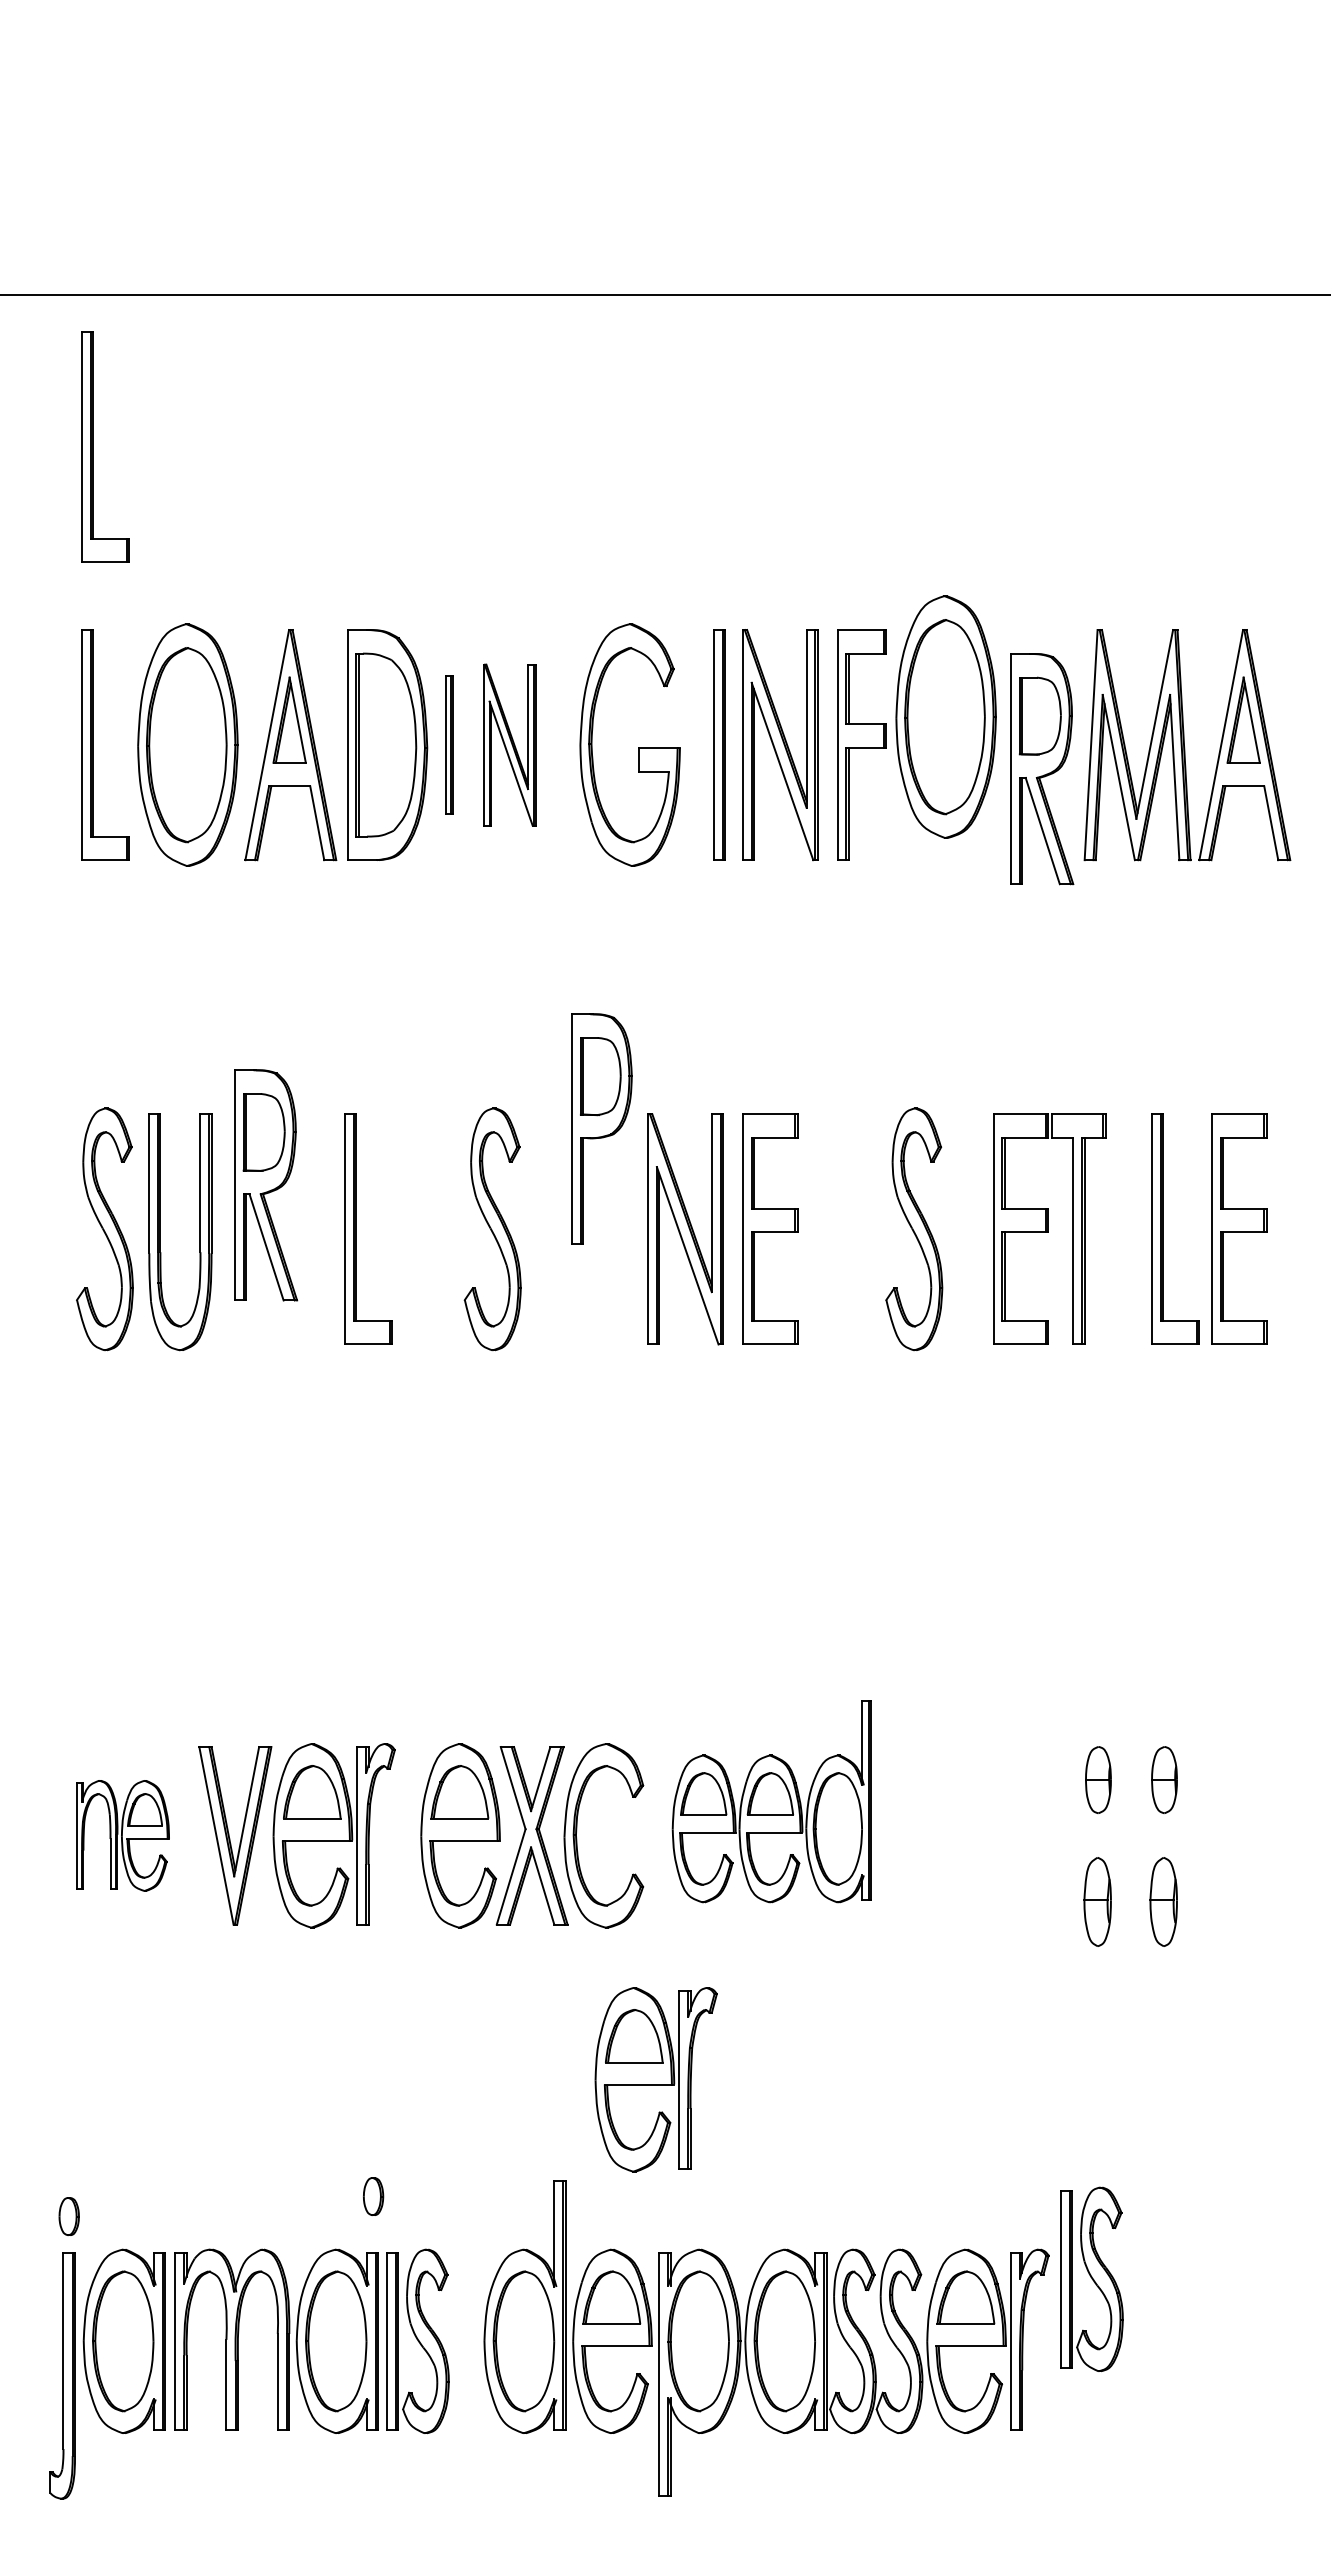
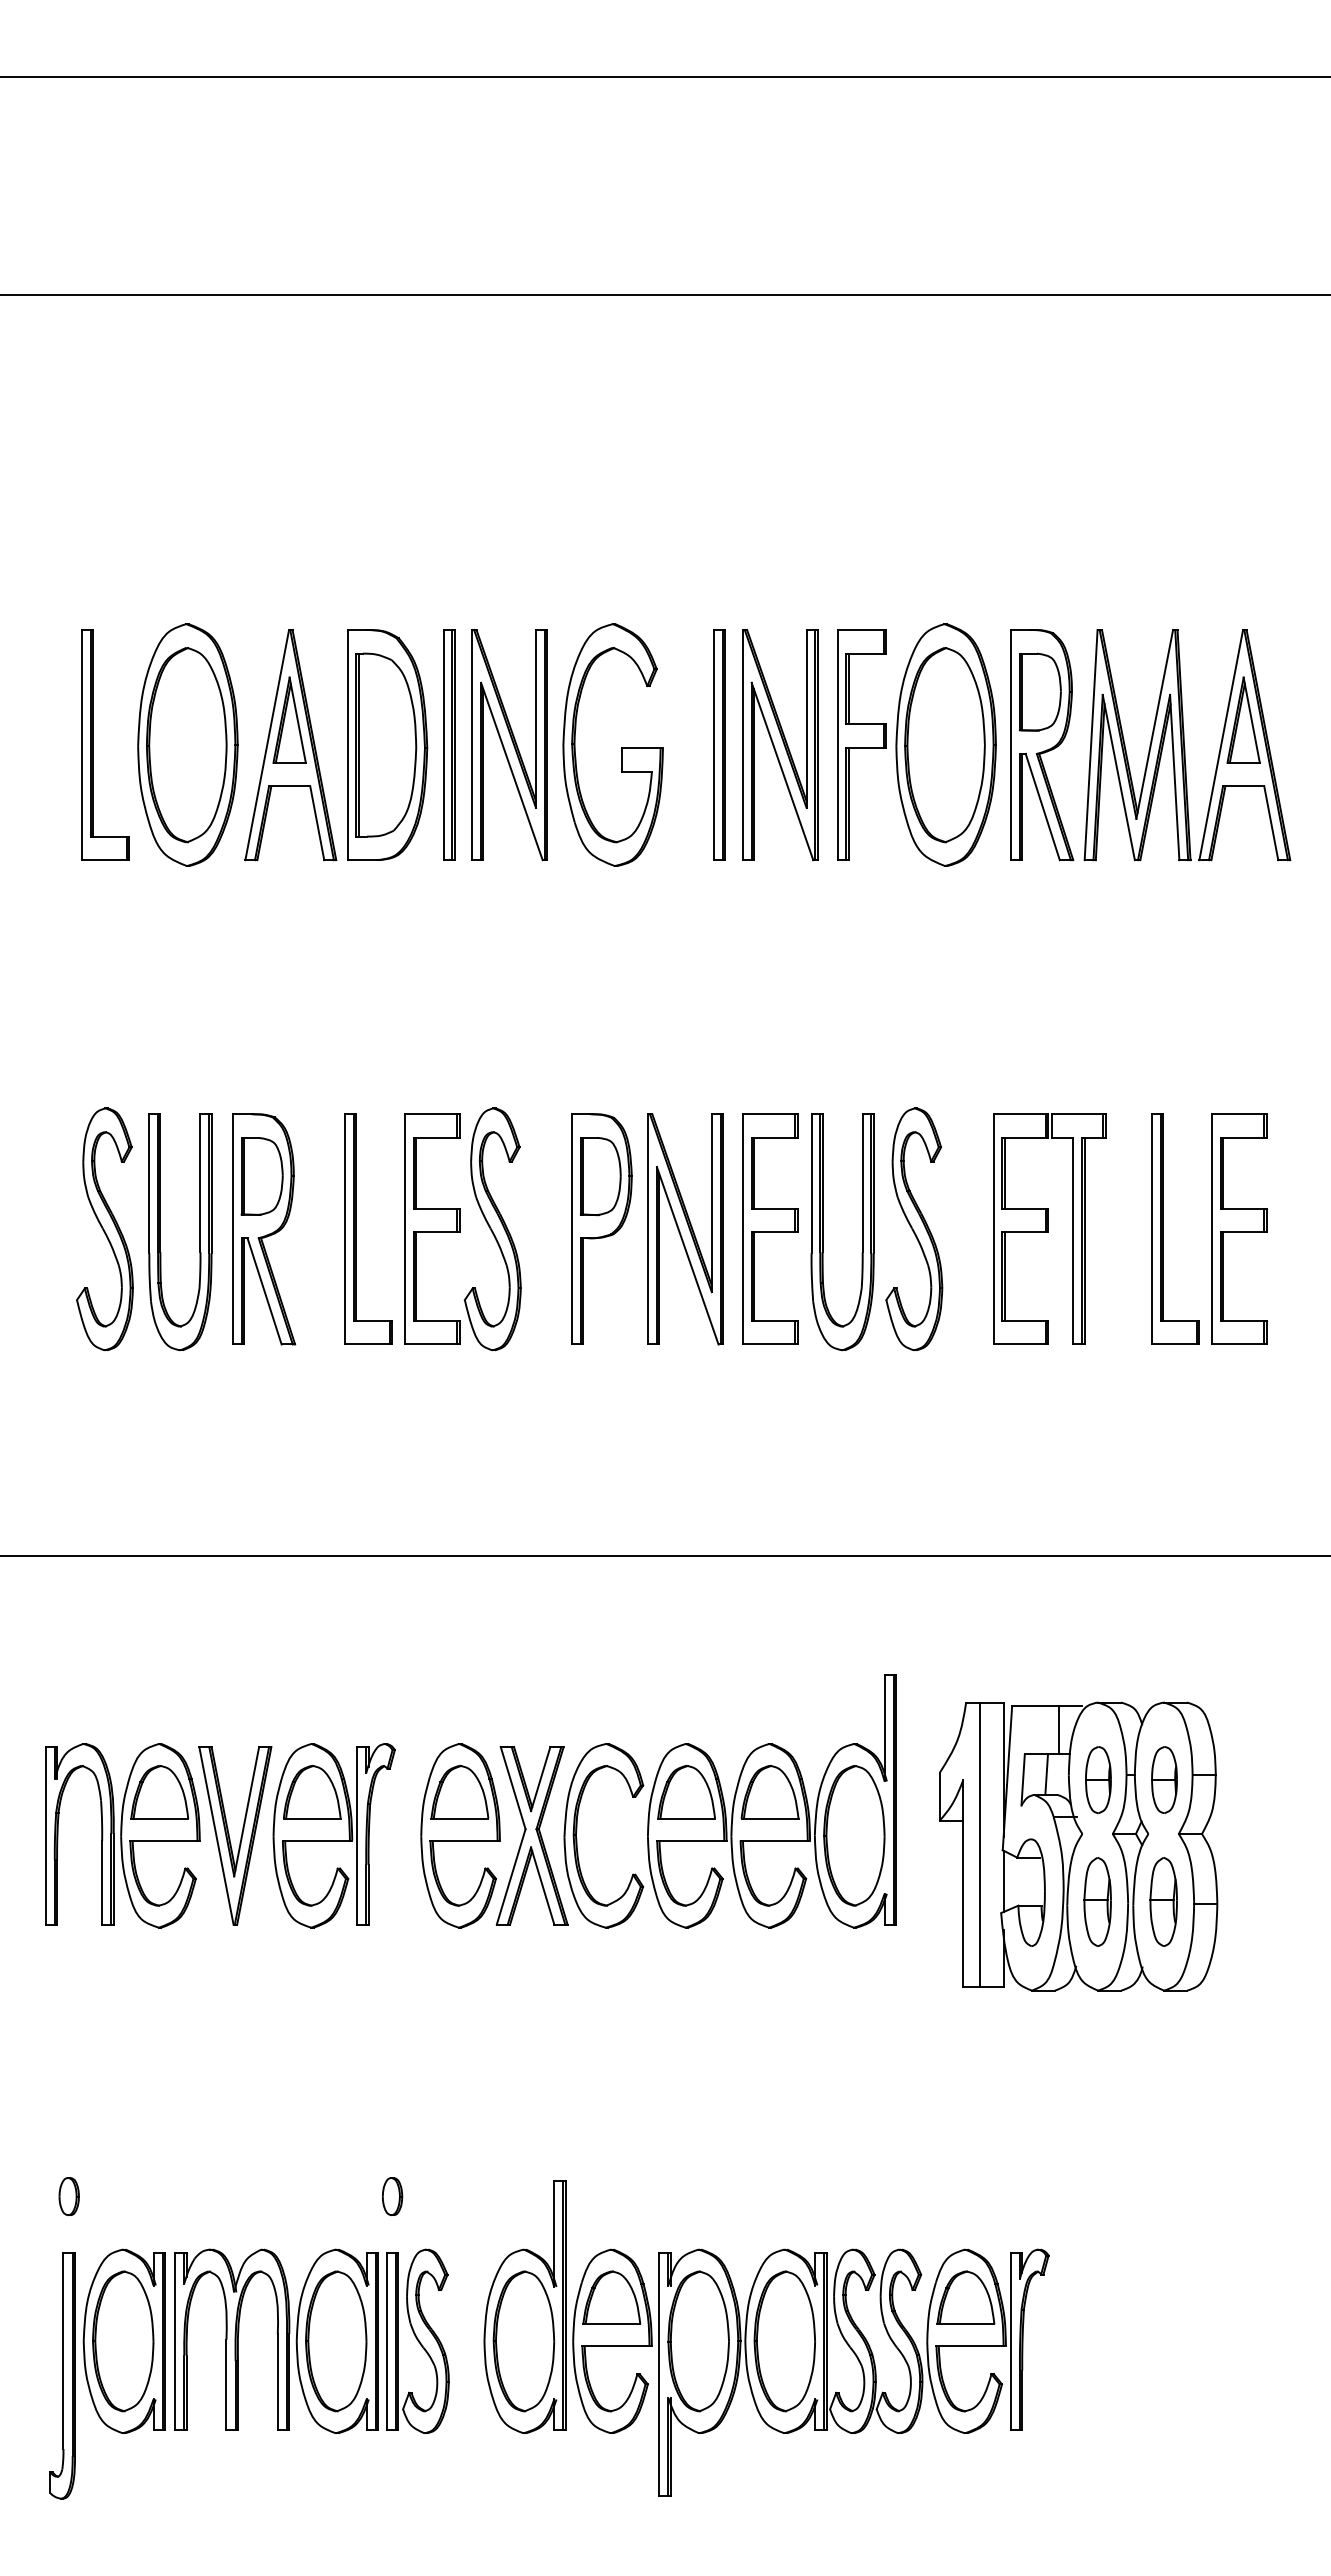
line at (664, 77): none -> present
part at (93, 446): present -> none
part at (945, 716) position: (945, 716) -> (945, 744)
part at (449, 744) size: 9x140 px -> 13x232 px
part at (509, 744) size: 54x164 px -> 77x233 px
part at (638, 747) position: (638, 747) -> (621, 747)
part at (1042, 769) position: (1042, 769) -> (1042, 745)
part at (601, 1128) position: (601, 1128) -> (601, 1228)
part at (266, 1185) position: (266, 1185) -> (264, 1229)
part at (432, 1228): none -> present
part at (823, 1232): none -> present
line at (664, 1556): none -> present
part at (771, 1801) size: 201x204 px -> 250x255 px
part at (122, 1835) size: 94x112 px -> 156x186 px
part at (1078, 1846): none -> present
part at (655, 2079): present -> none
part at (373, 2196) position: (373, 2196) -> (392, 2196)
part at (68, 2216) position: (68, 2216) -> (68, 2196)
part at (1091, 2279): present -> none
